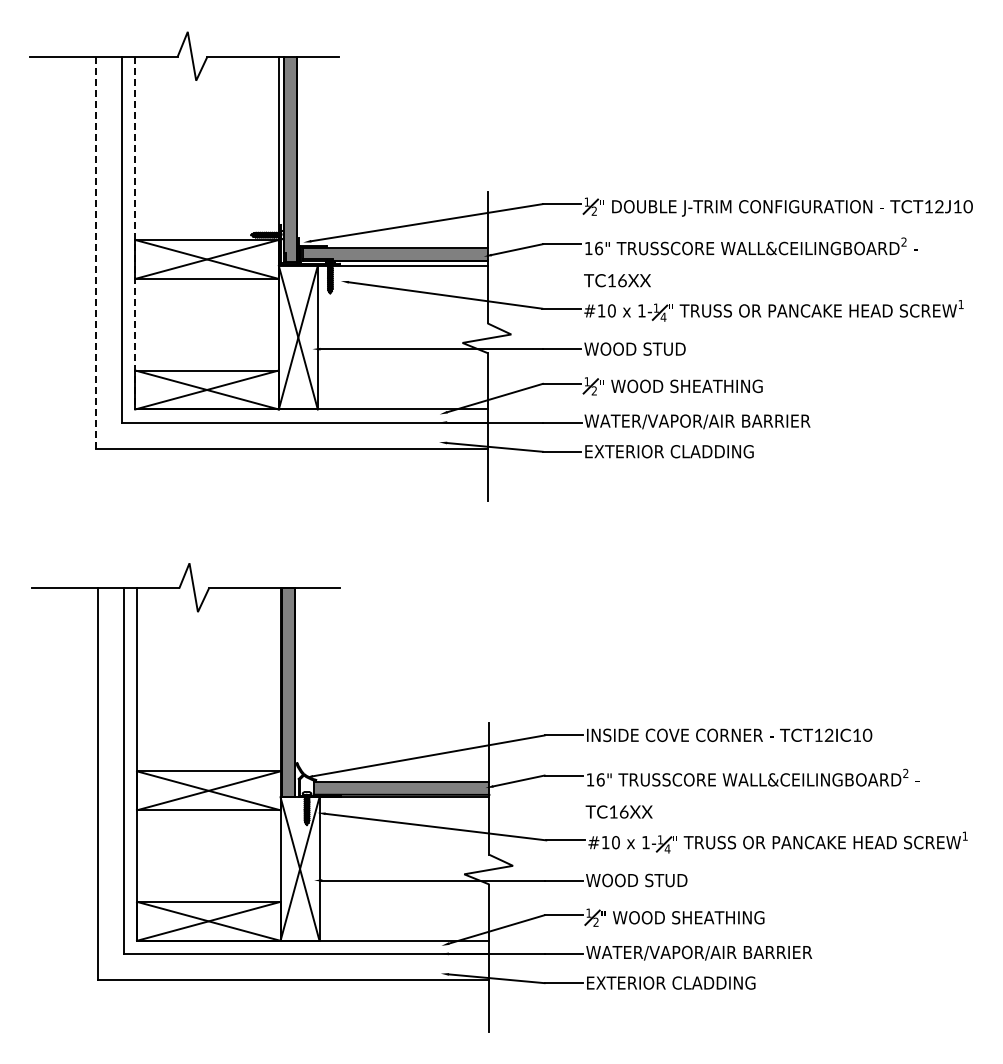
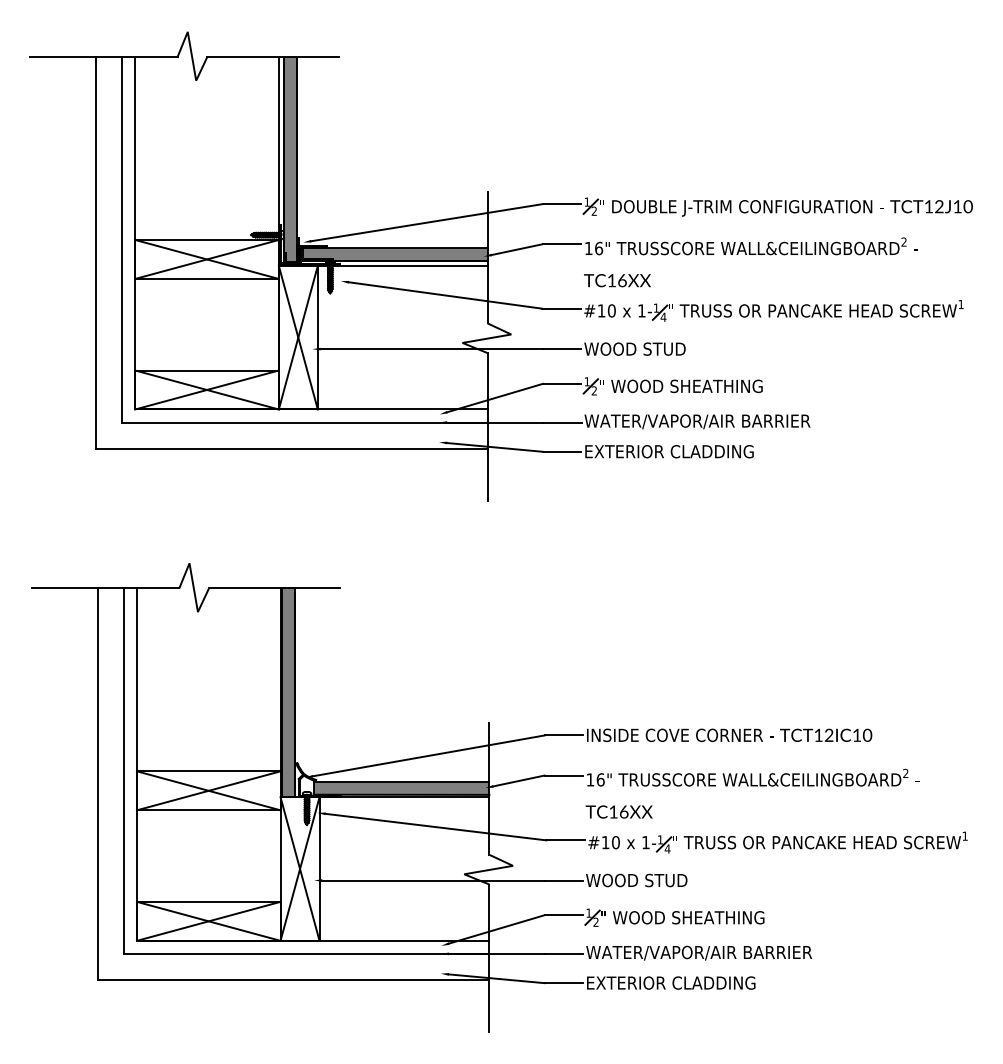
line at (135, 233): dashed -> solid
line at (96, 252): dashed -> solid
